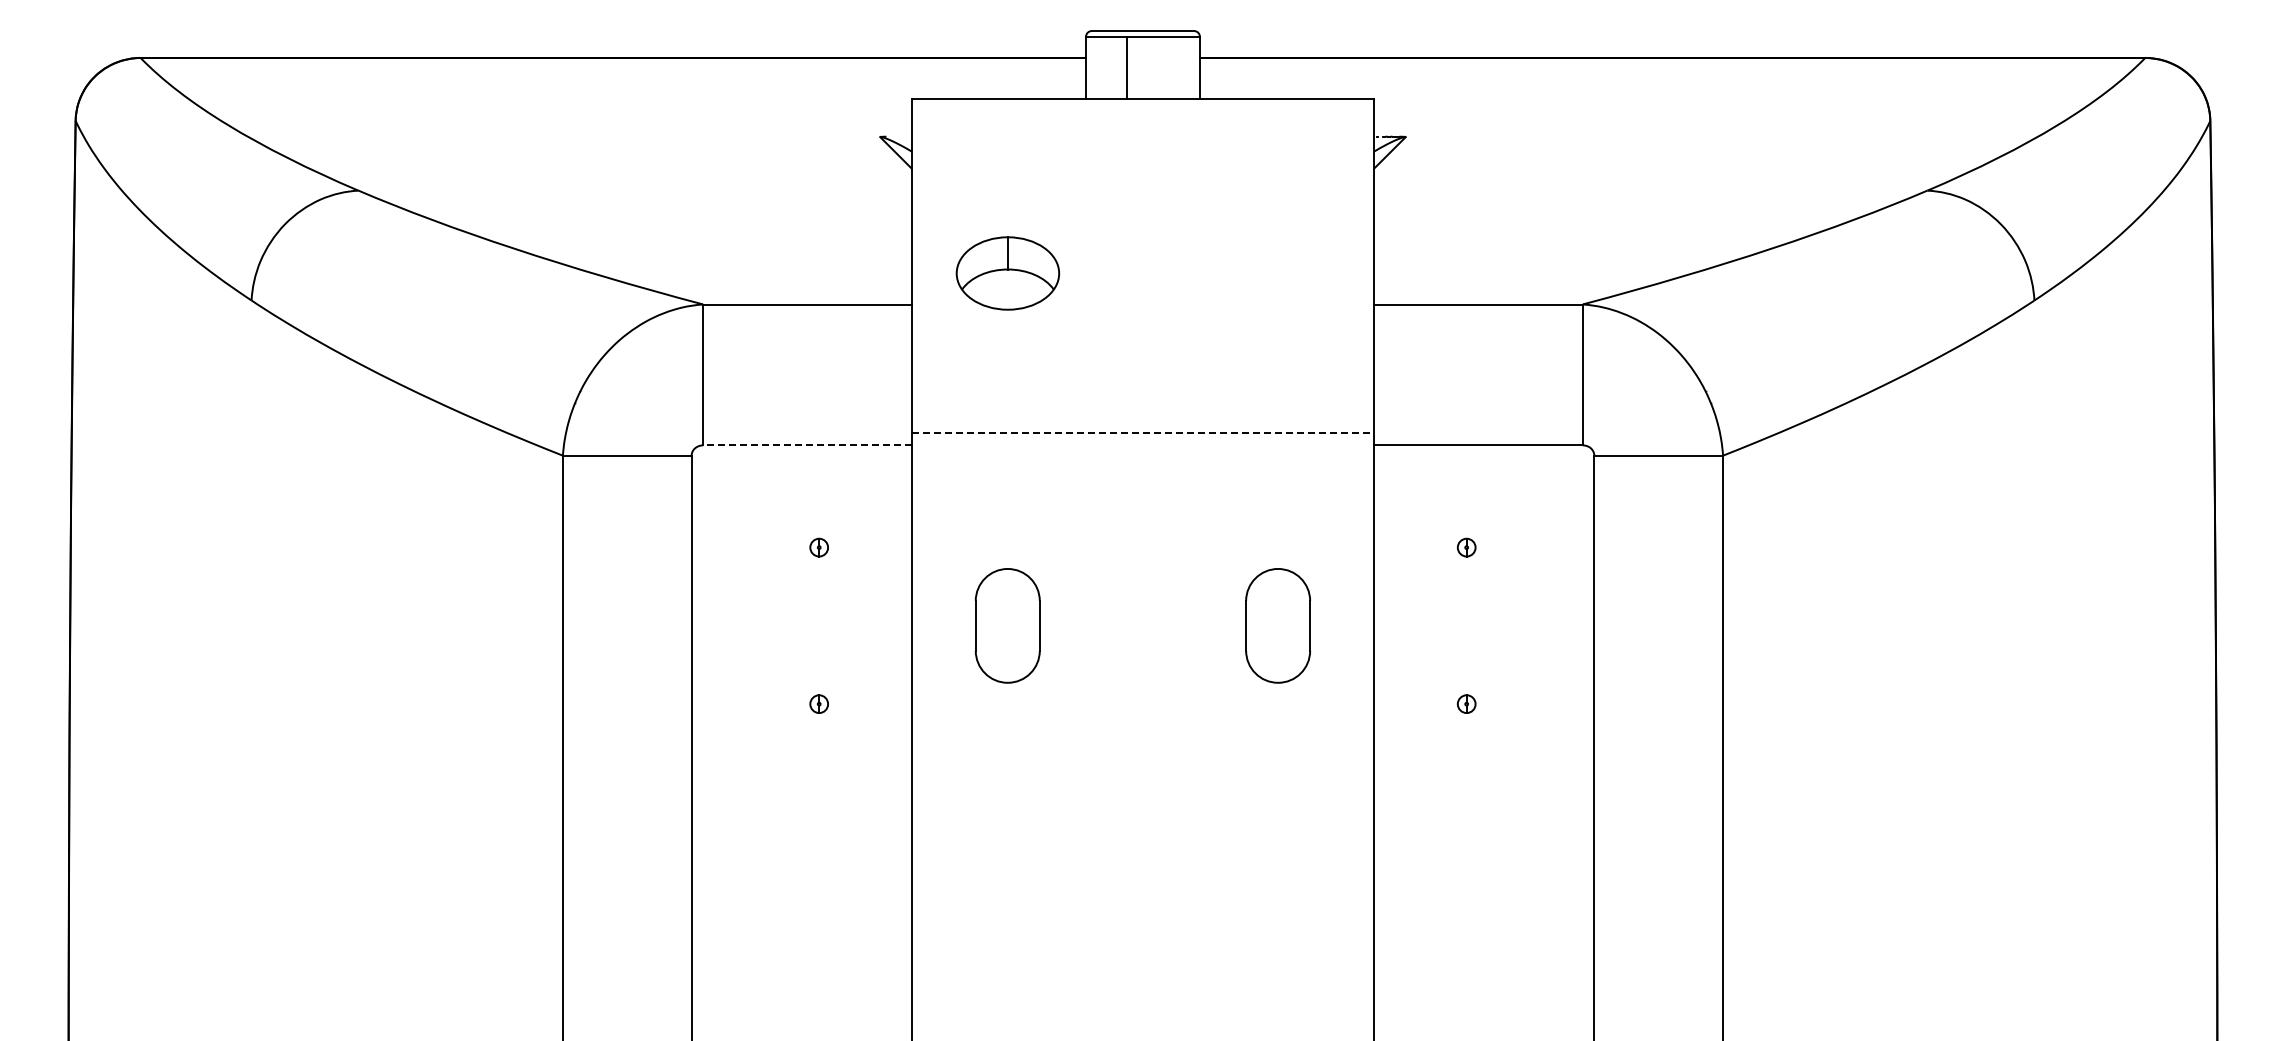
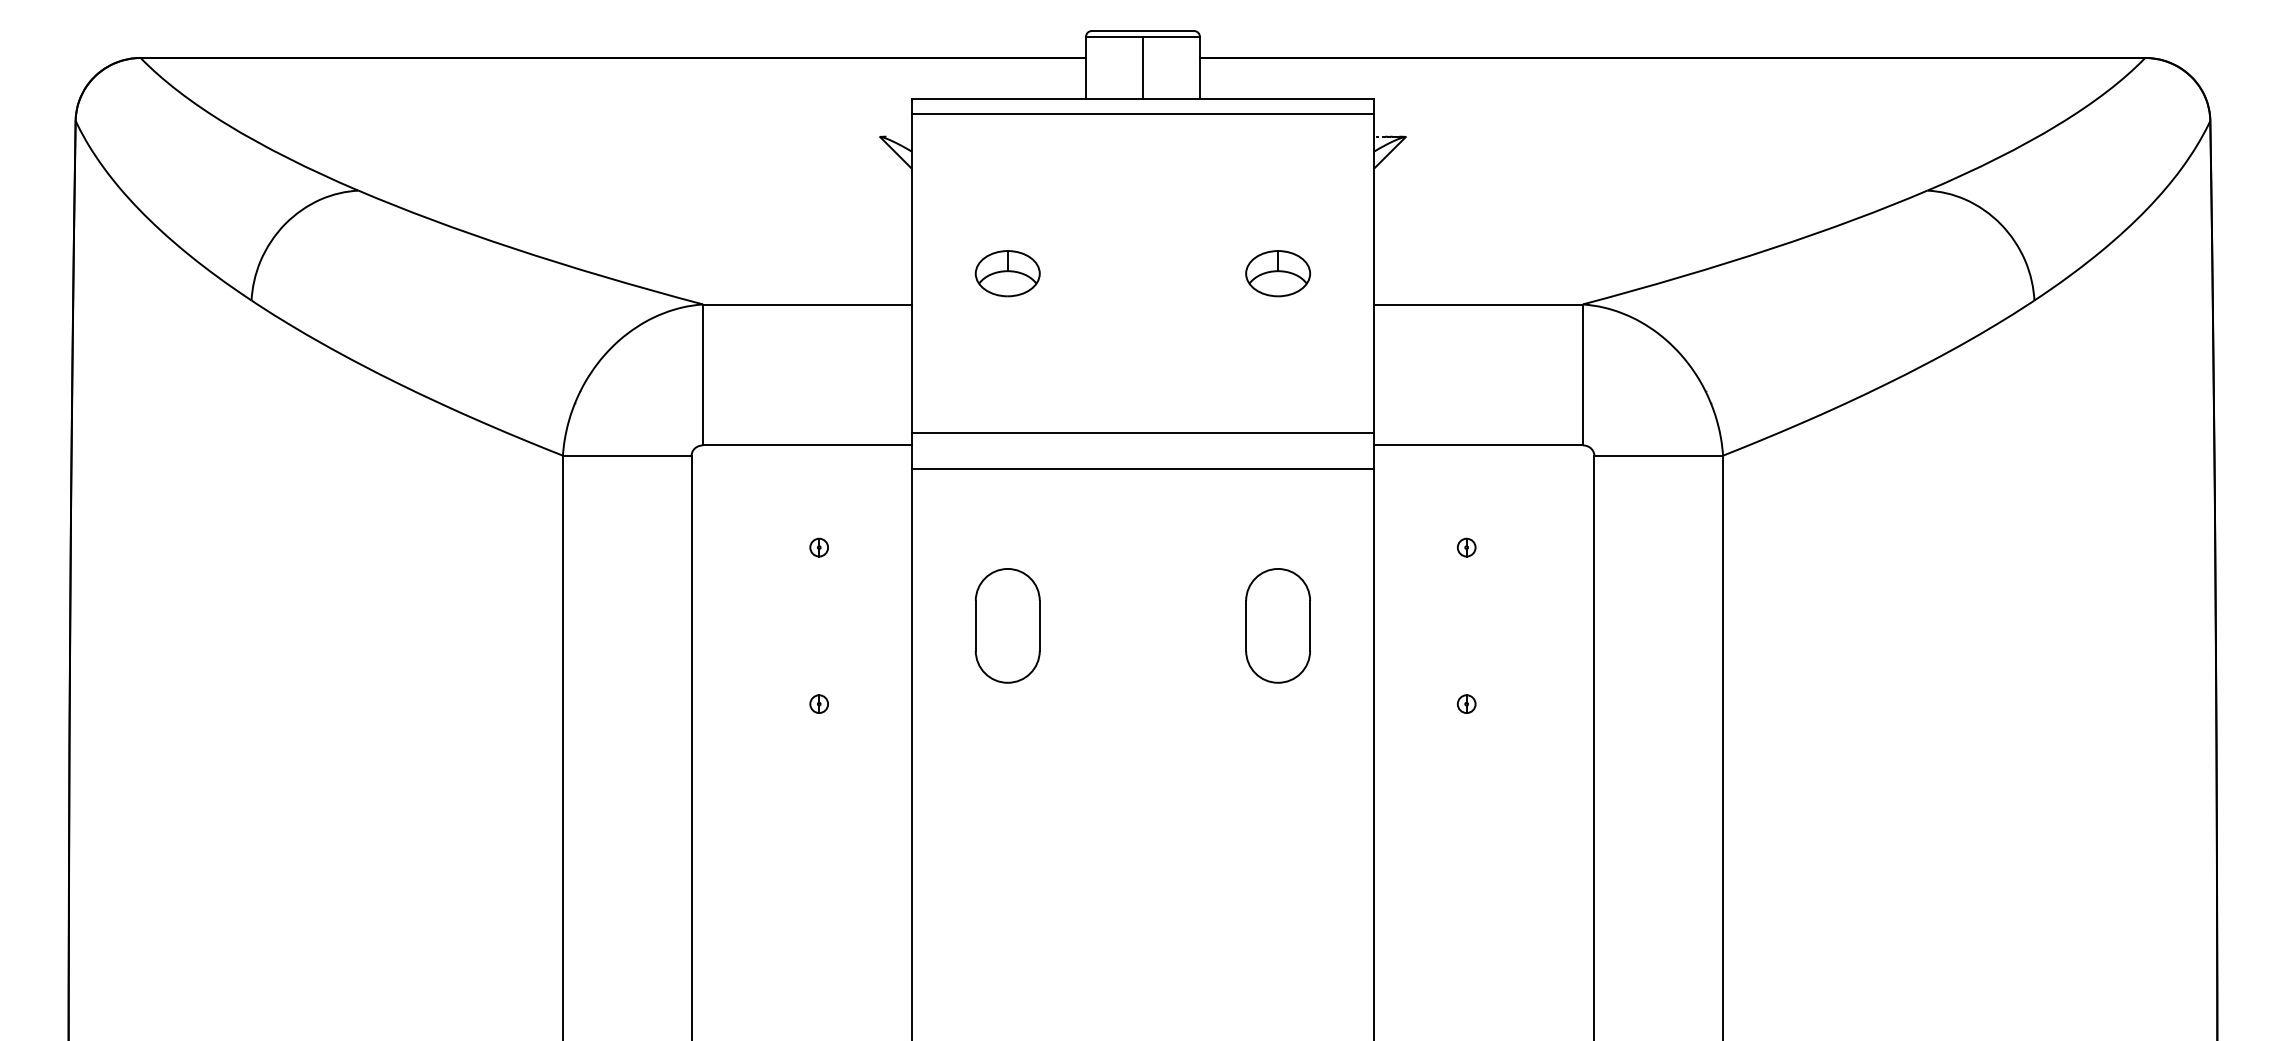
line at (1126, 67) position: (1126, 67) -> (1142, 67)
line at (1142, 113): none -> present
part at (1007, 273) size: 106x75 px -> 67x48 px
part at (1278, 273): none -> present
line at (1143, 433): dashed -> solid
line at (806, 445): dashed -> solid
line at (1142, 468): none -> present
